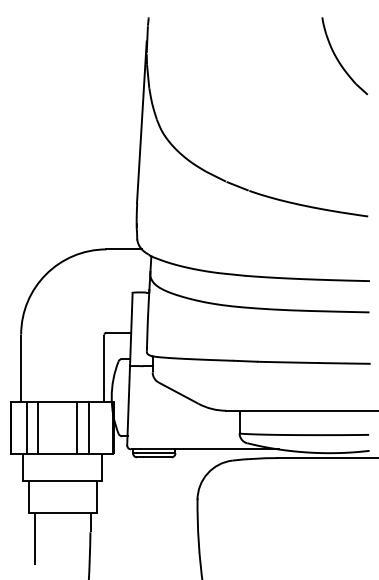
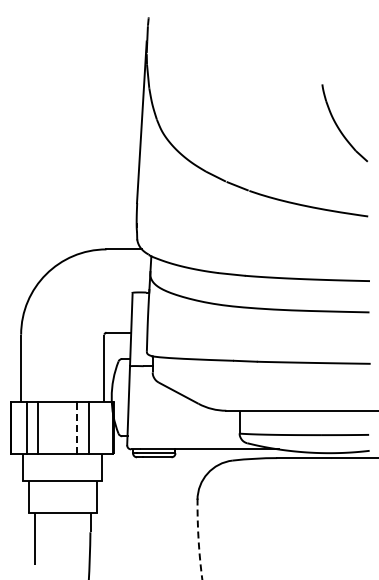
part at (339, 60) position: (339, 60) -> (339, 127)
line at (77, 427): solid -> dashed
arc at (198, 539): solid -> dashed
